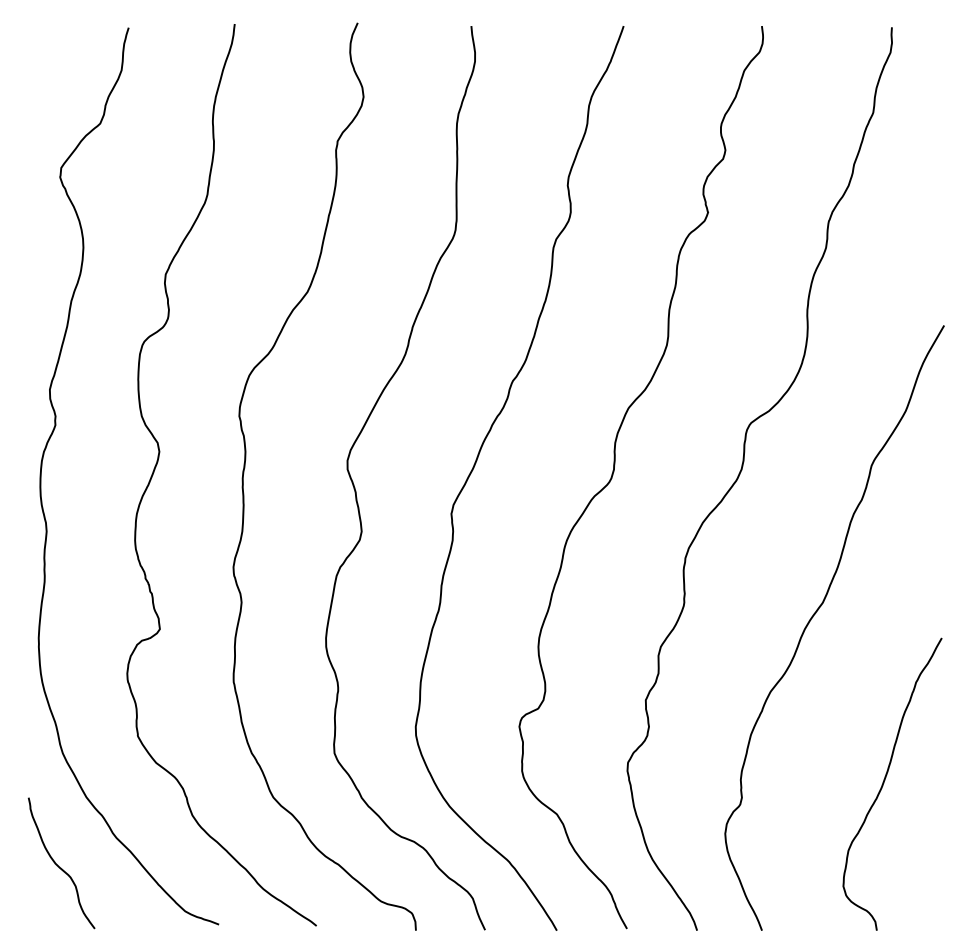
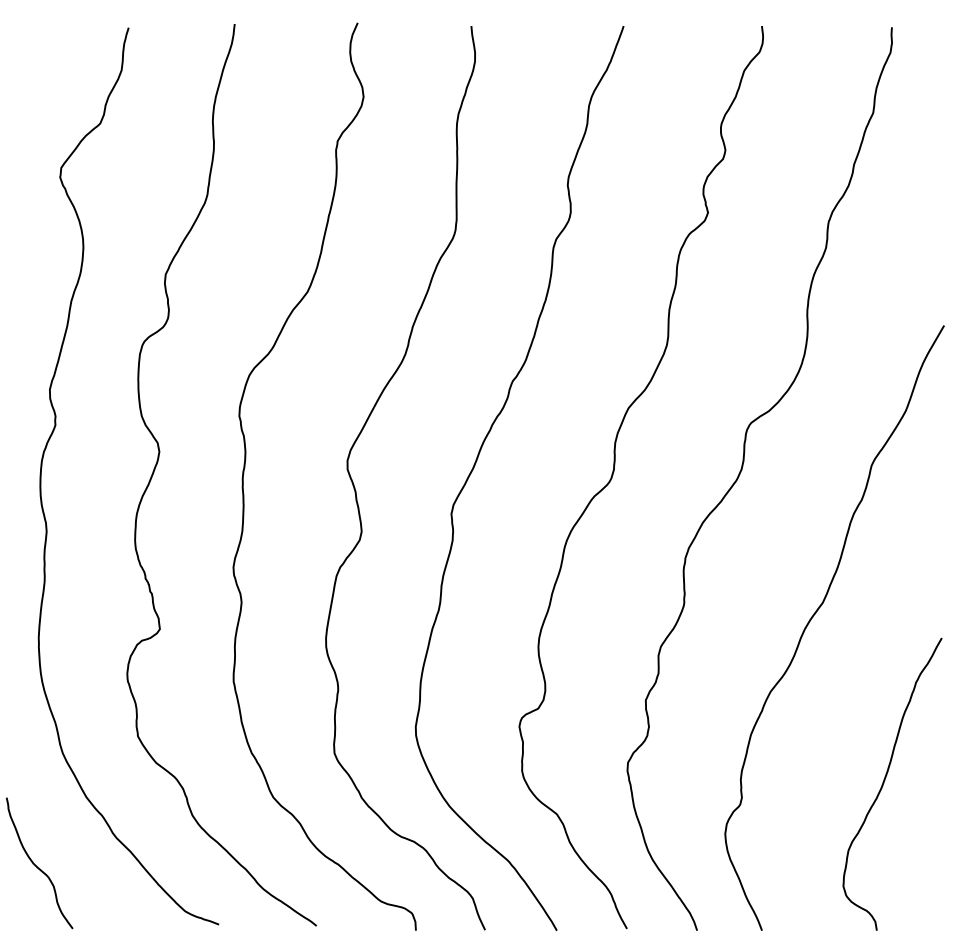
curve at (58, 865) position: (58, 865) -> (36, 865)
